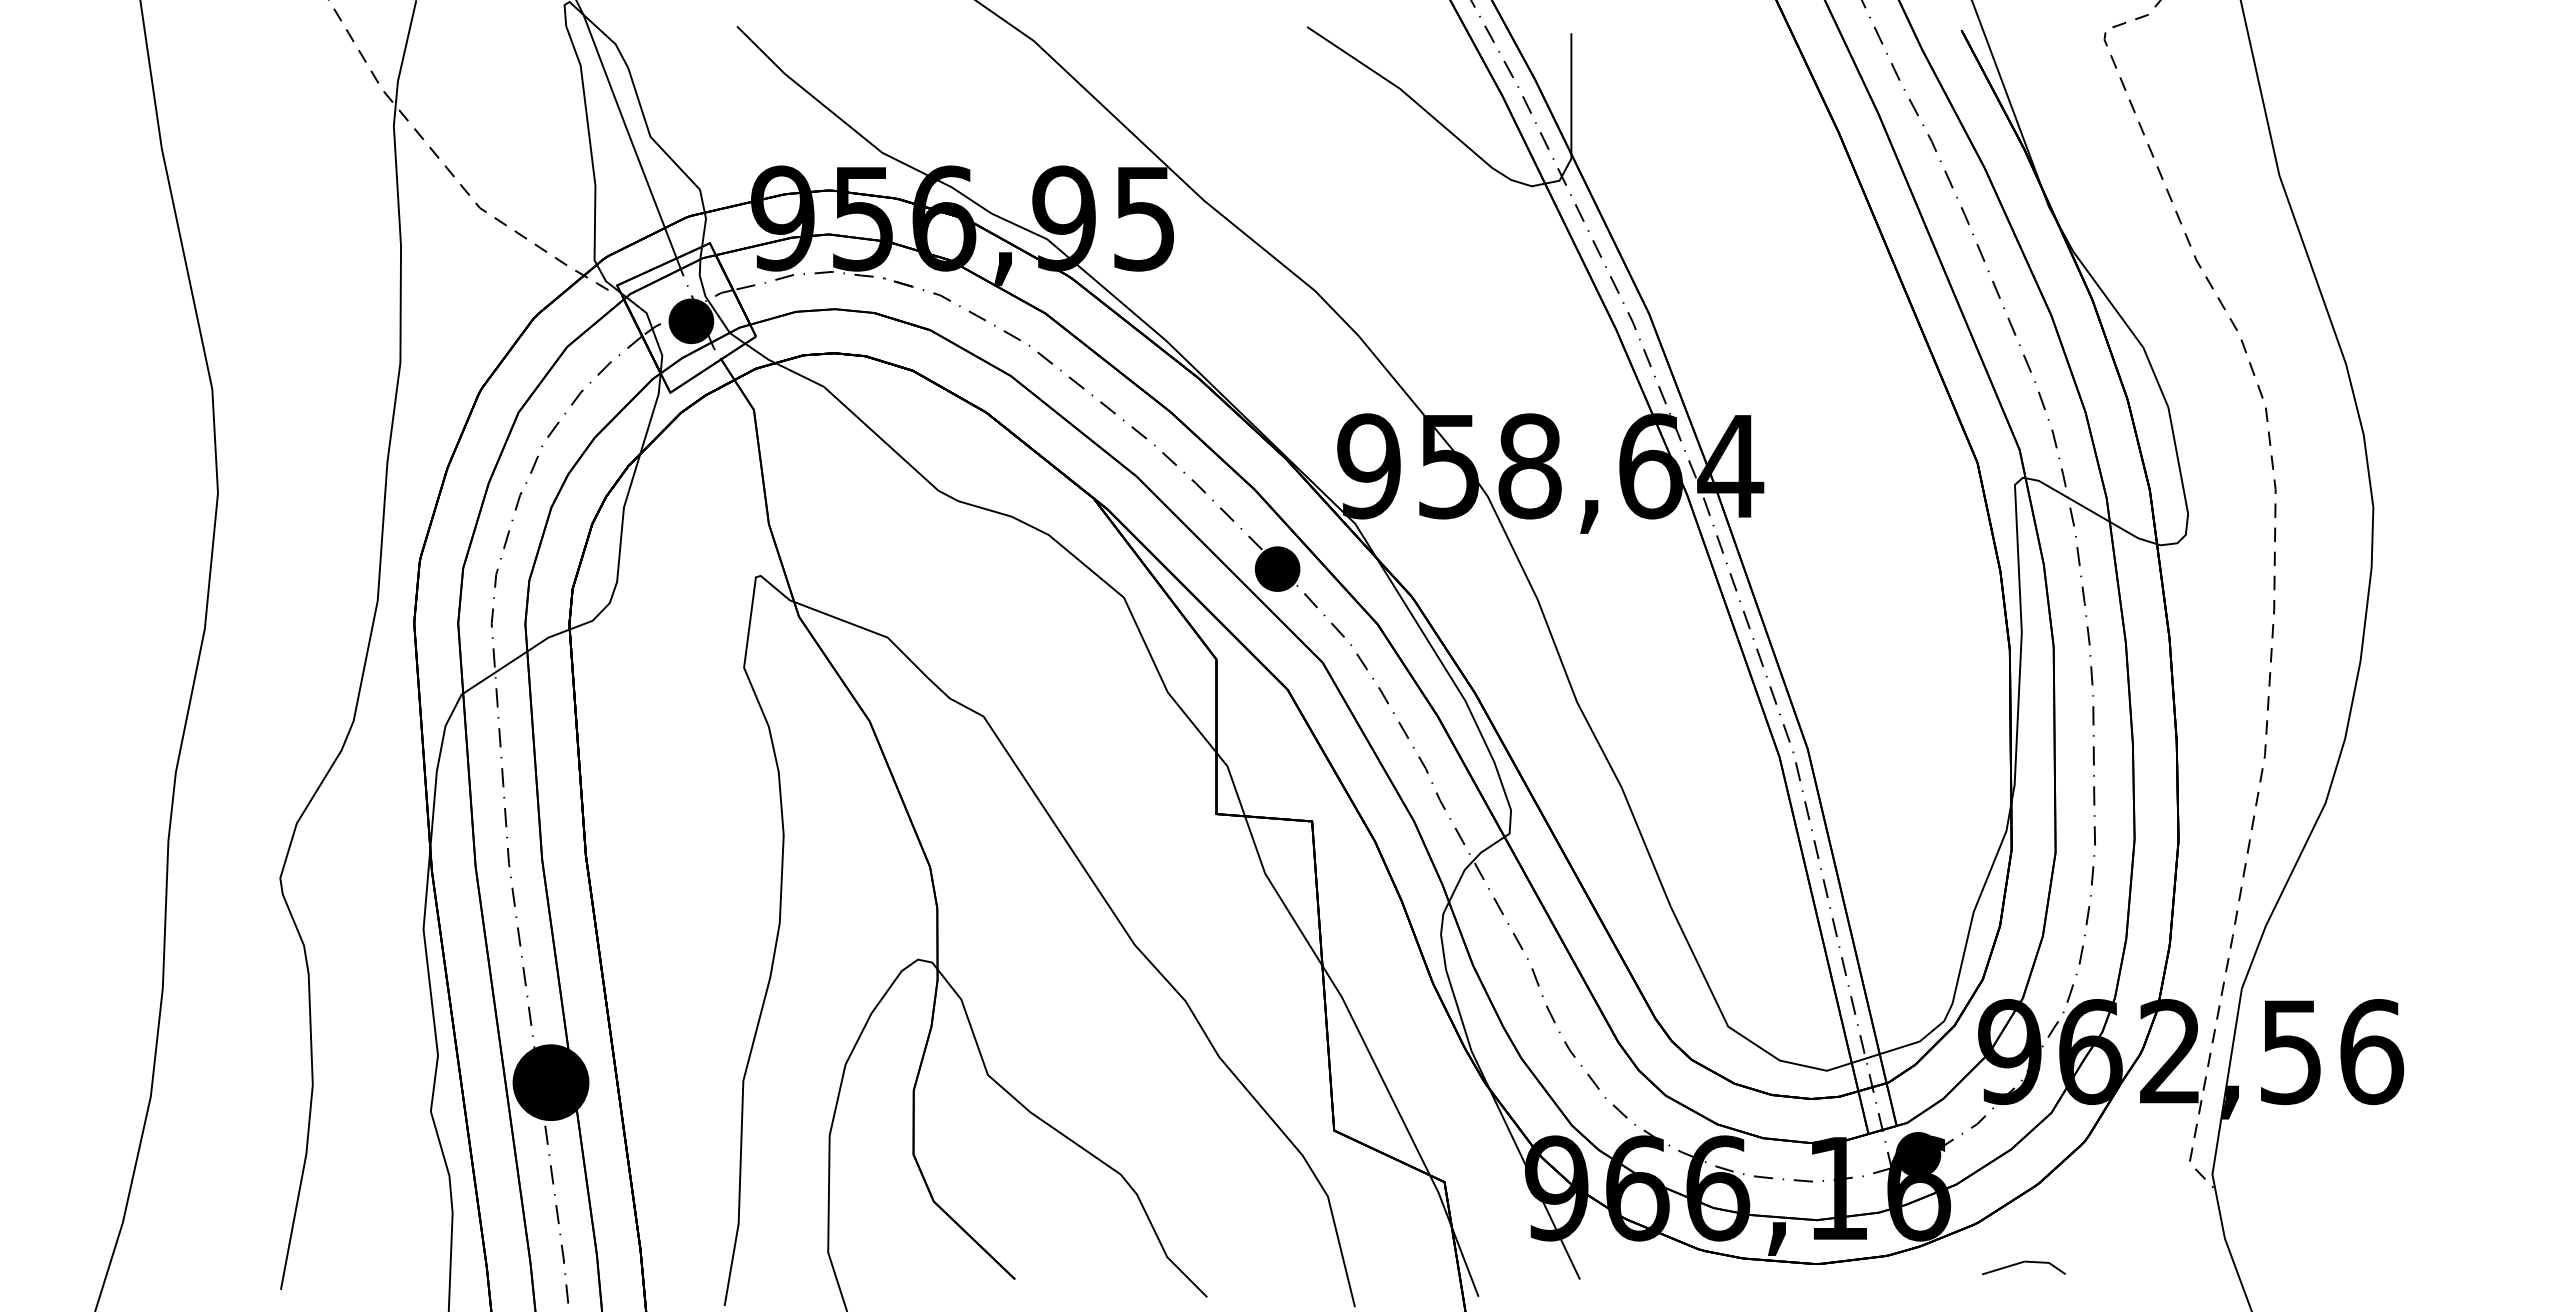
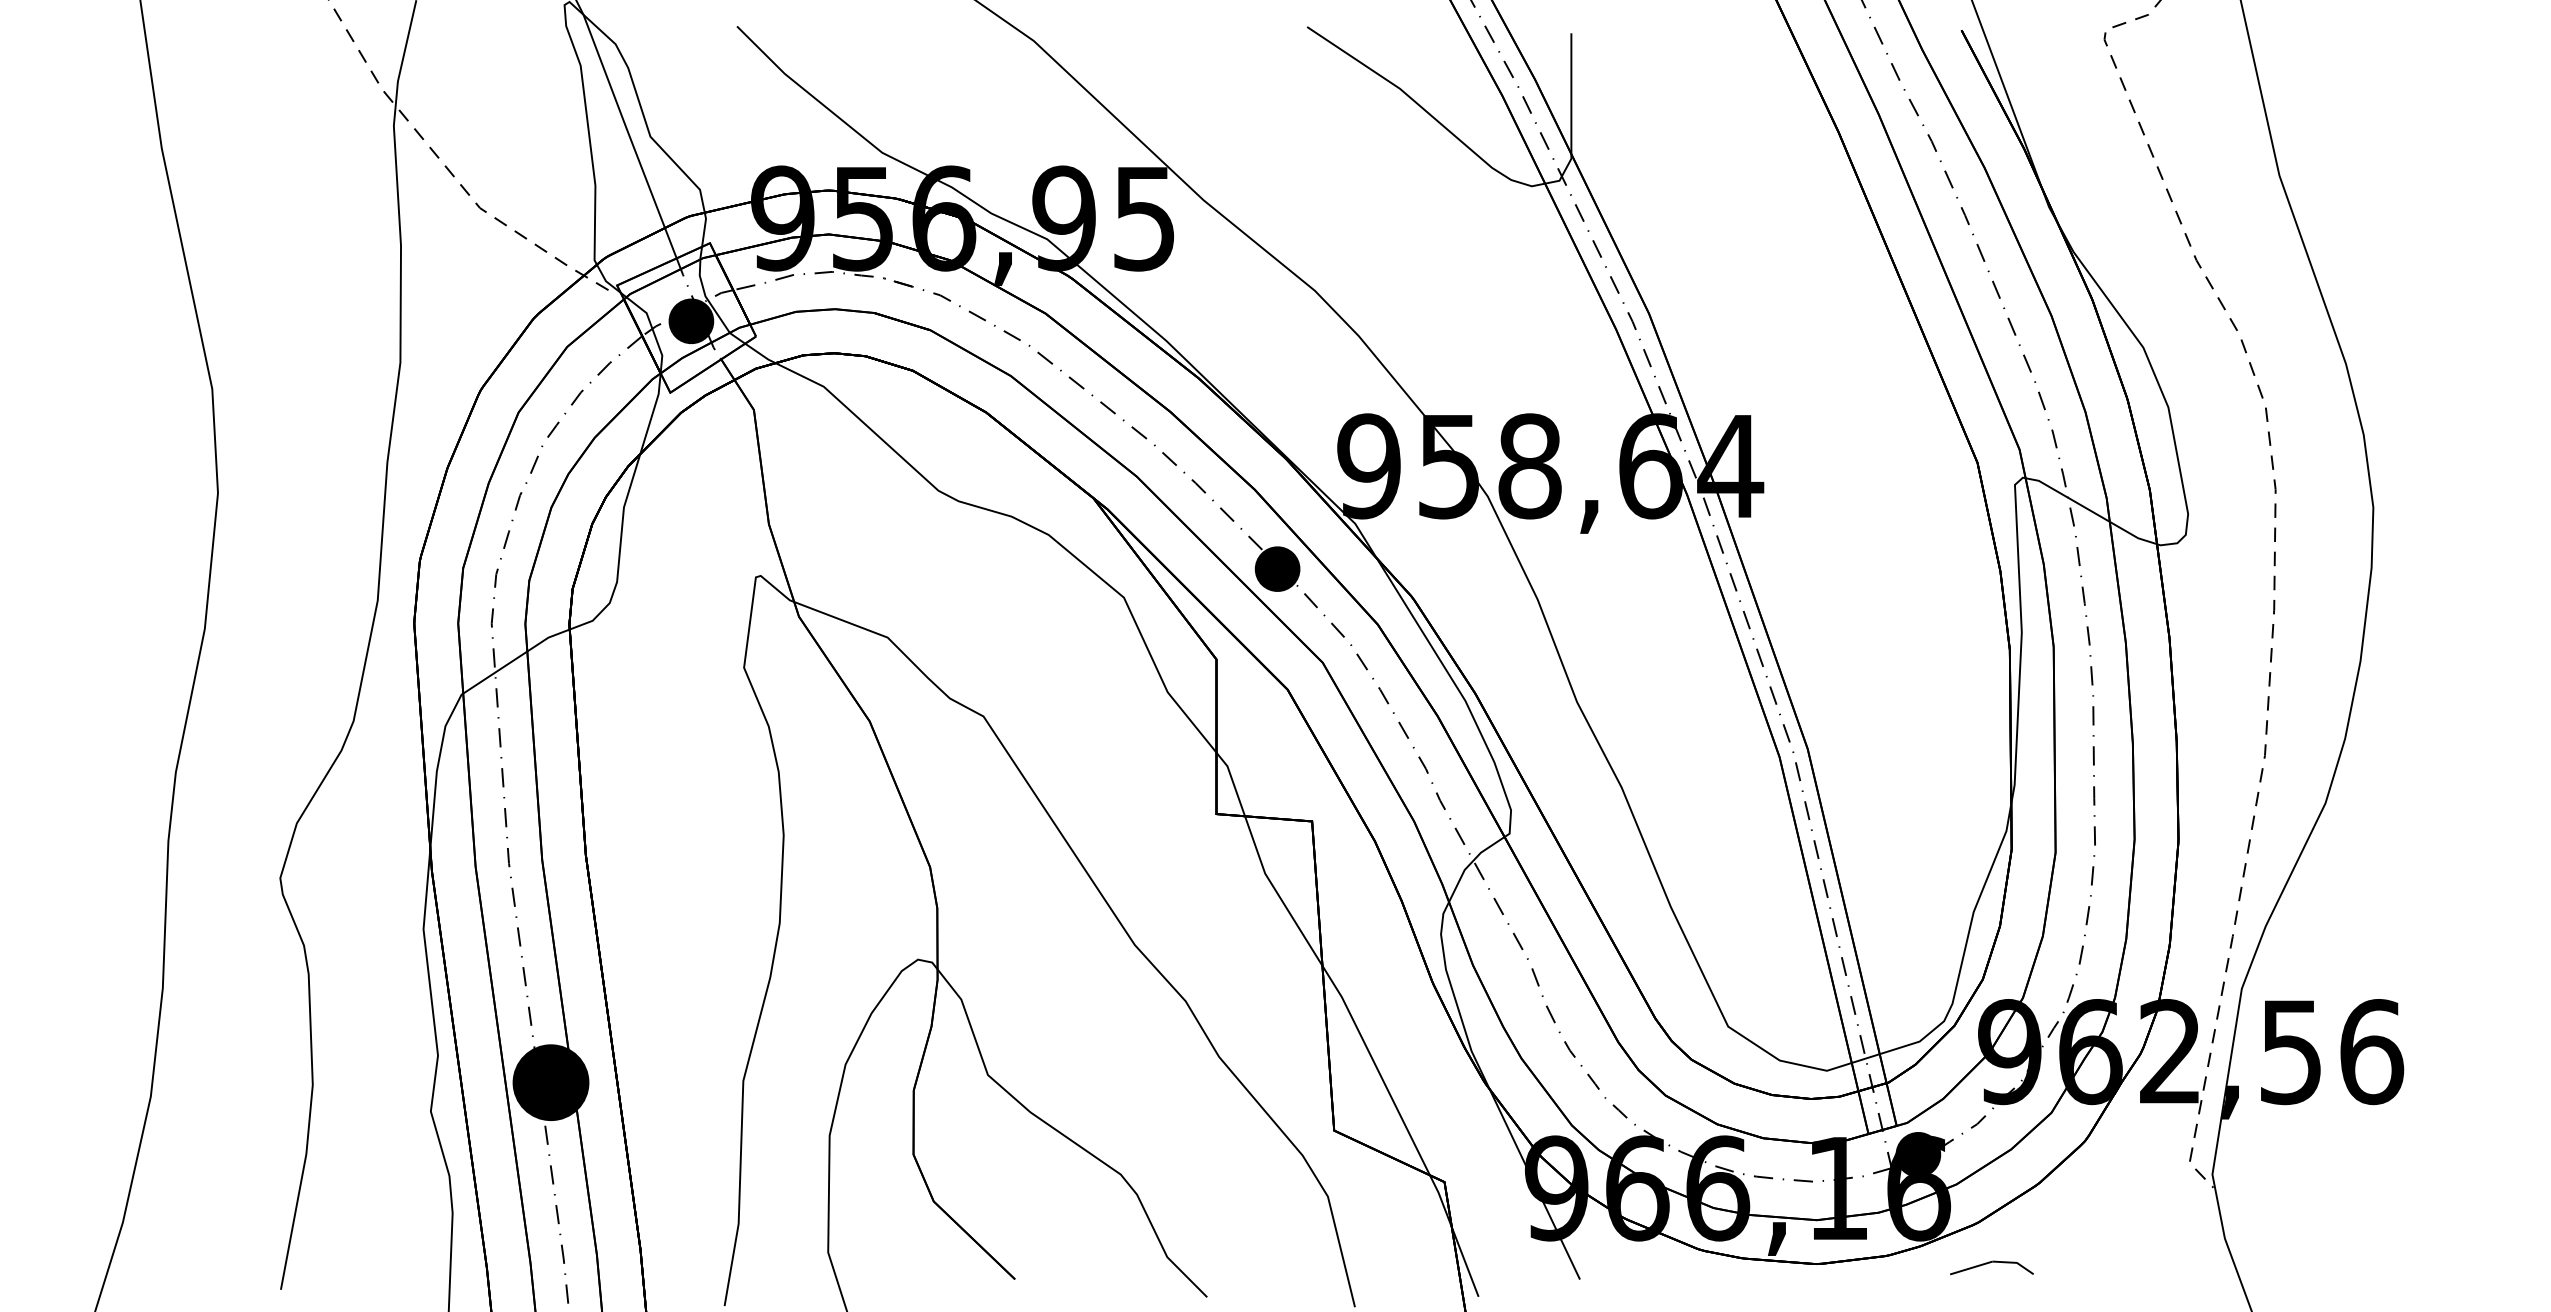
part at (2023, 1267) position: (2023, 1267) -> (1991, 1267)
